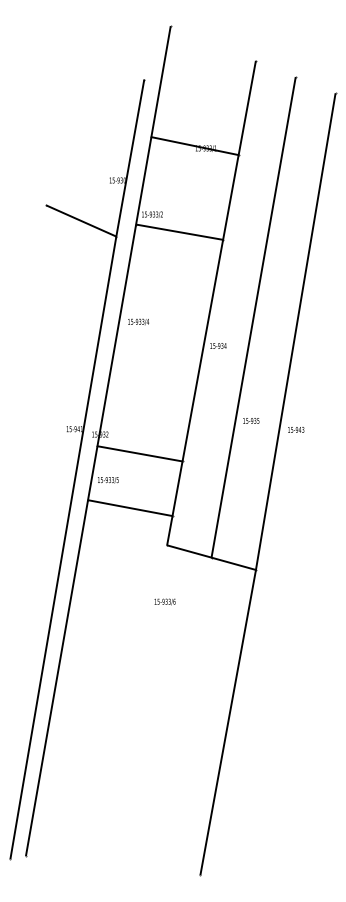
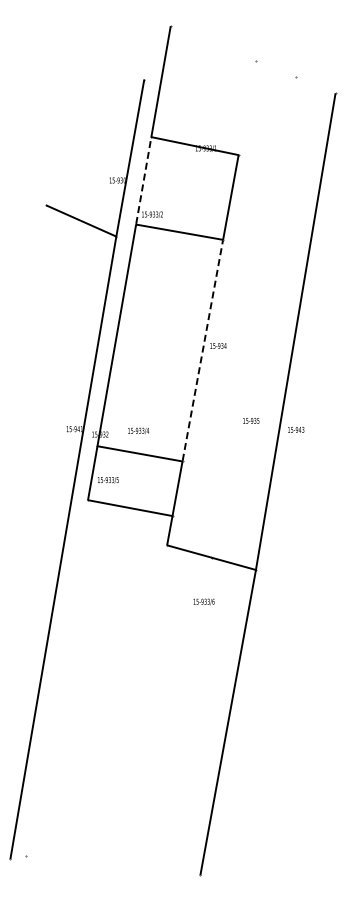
line at (246, 107): present -> none
line at (143, 180): solid -> dashed
line at (253, 316): present -> none
text at (138, 321) position: (138, 321) -> (138, 430)
line at (202, 350): solid -> dashed
text at (164, 601) position: (164, 601) -> (203, 601)
line at (56, 677): present -> none
